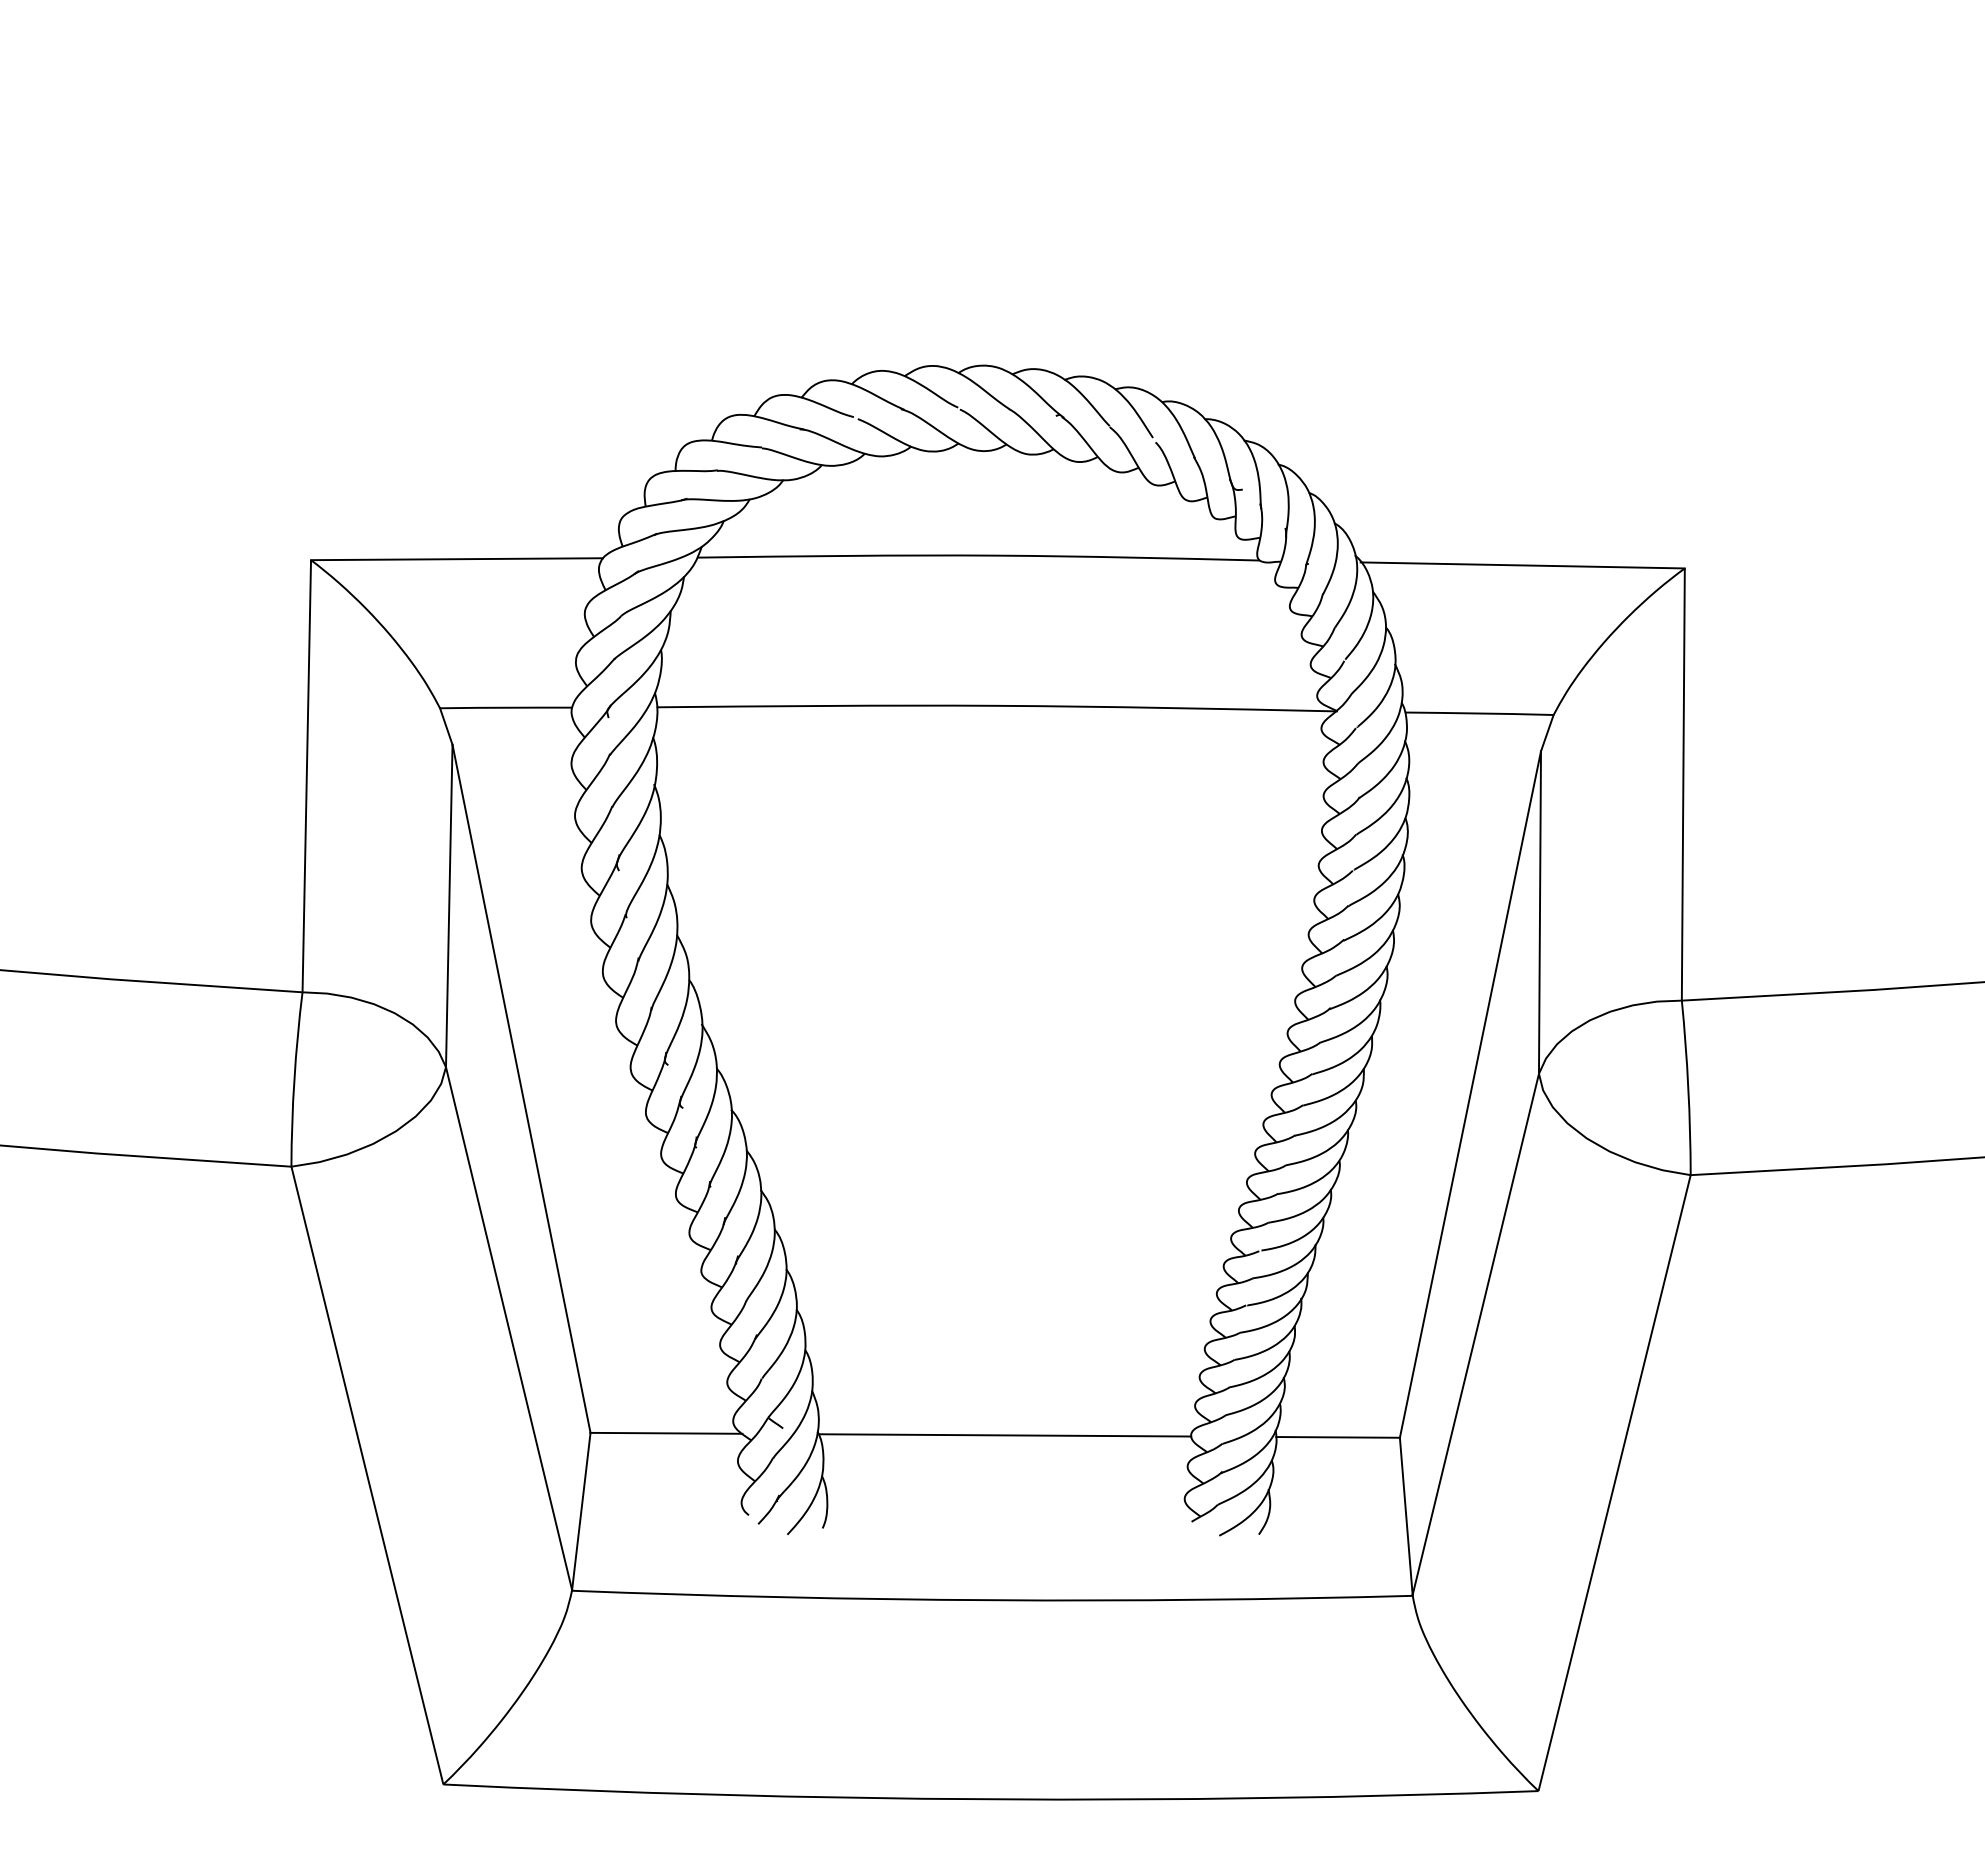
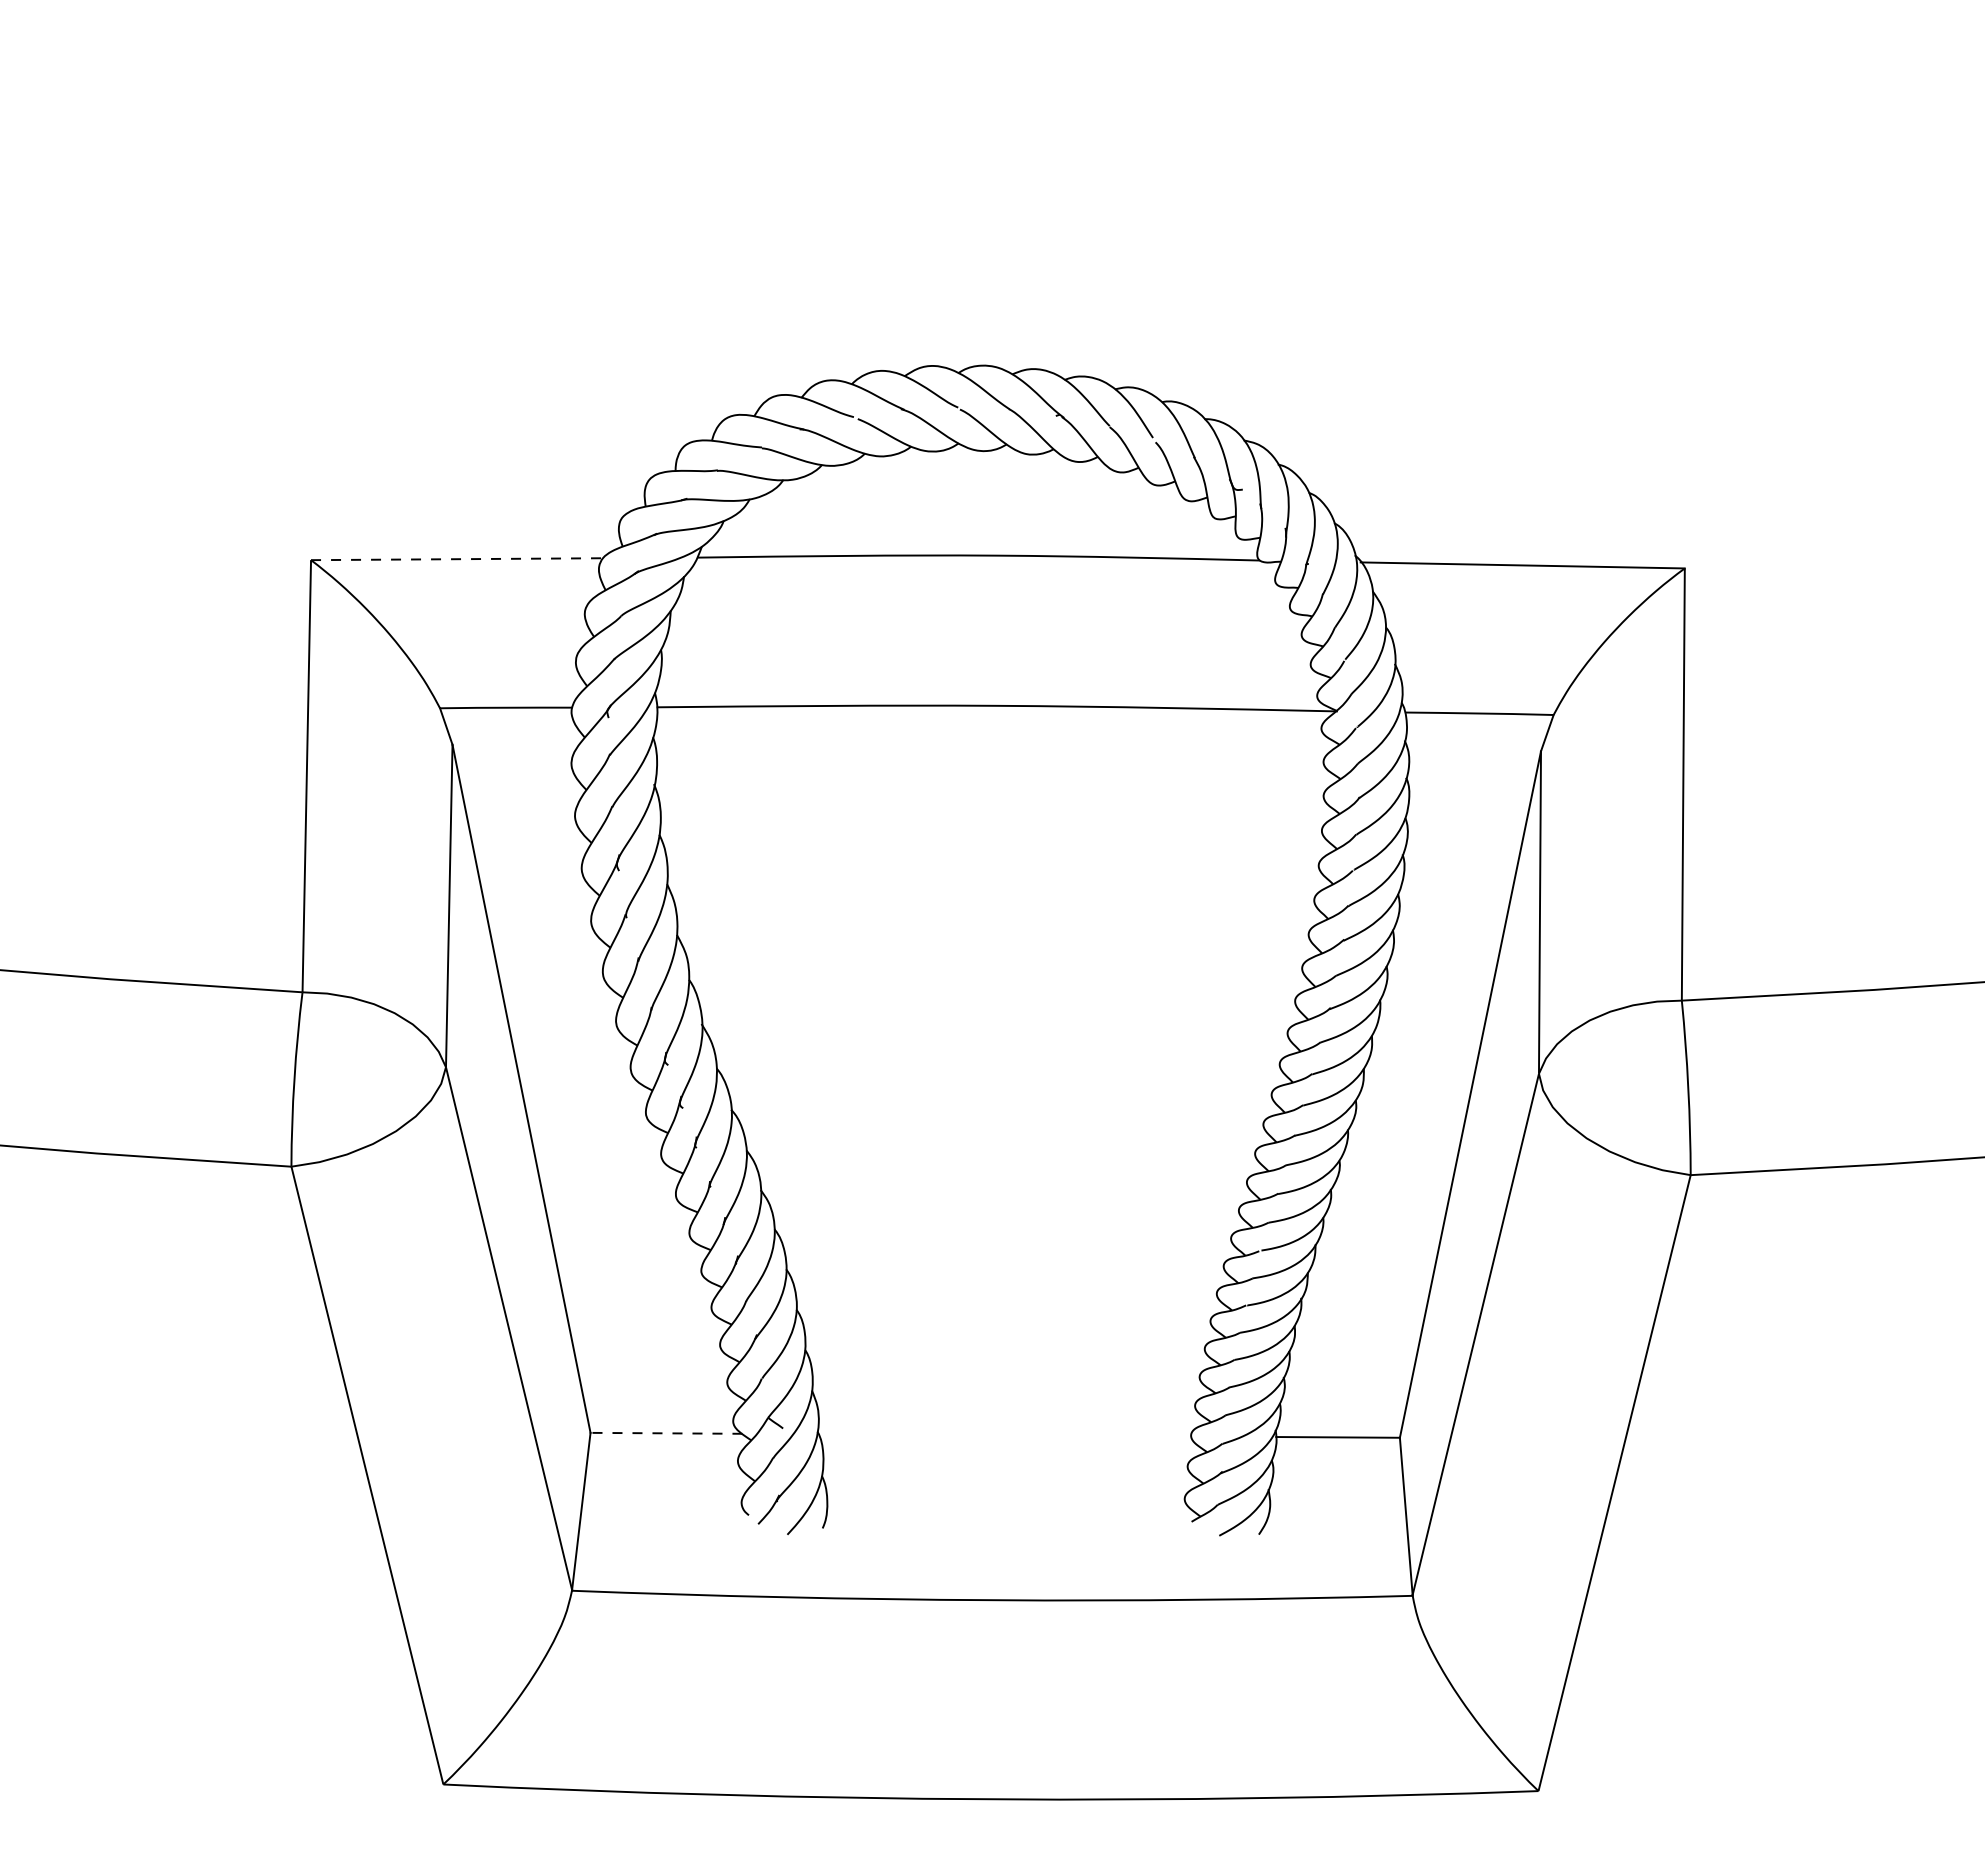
line at (457, 559): solid -> dashed
line at (666, 1433): solid -> dashed
line at (1004, 1435): present -> none
